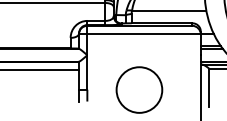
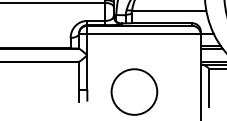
line at (40, 69): present -> none
circle at (139, 89) position: (139, 89) -> (134, 91)
